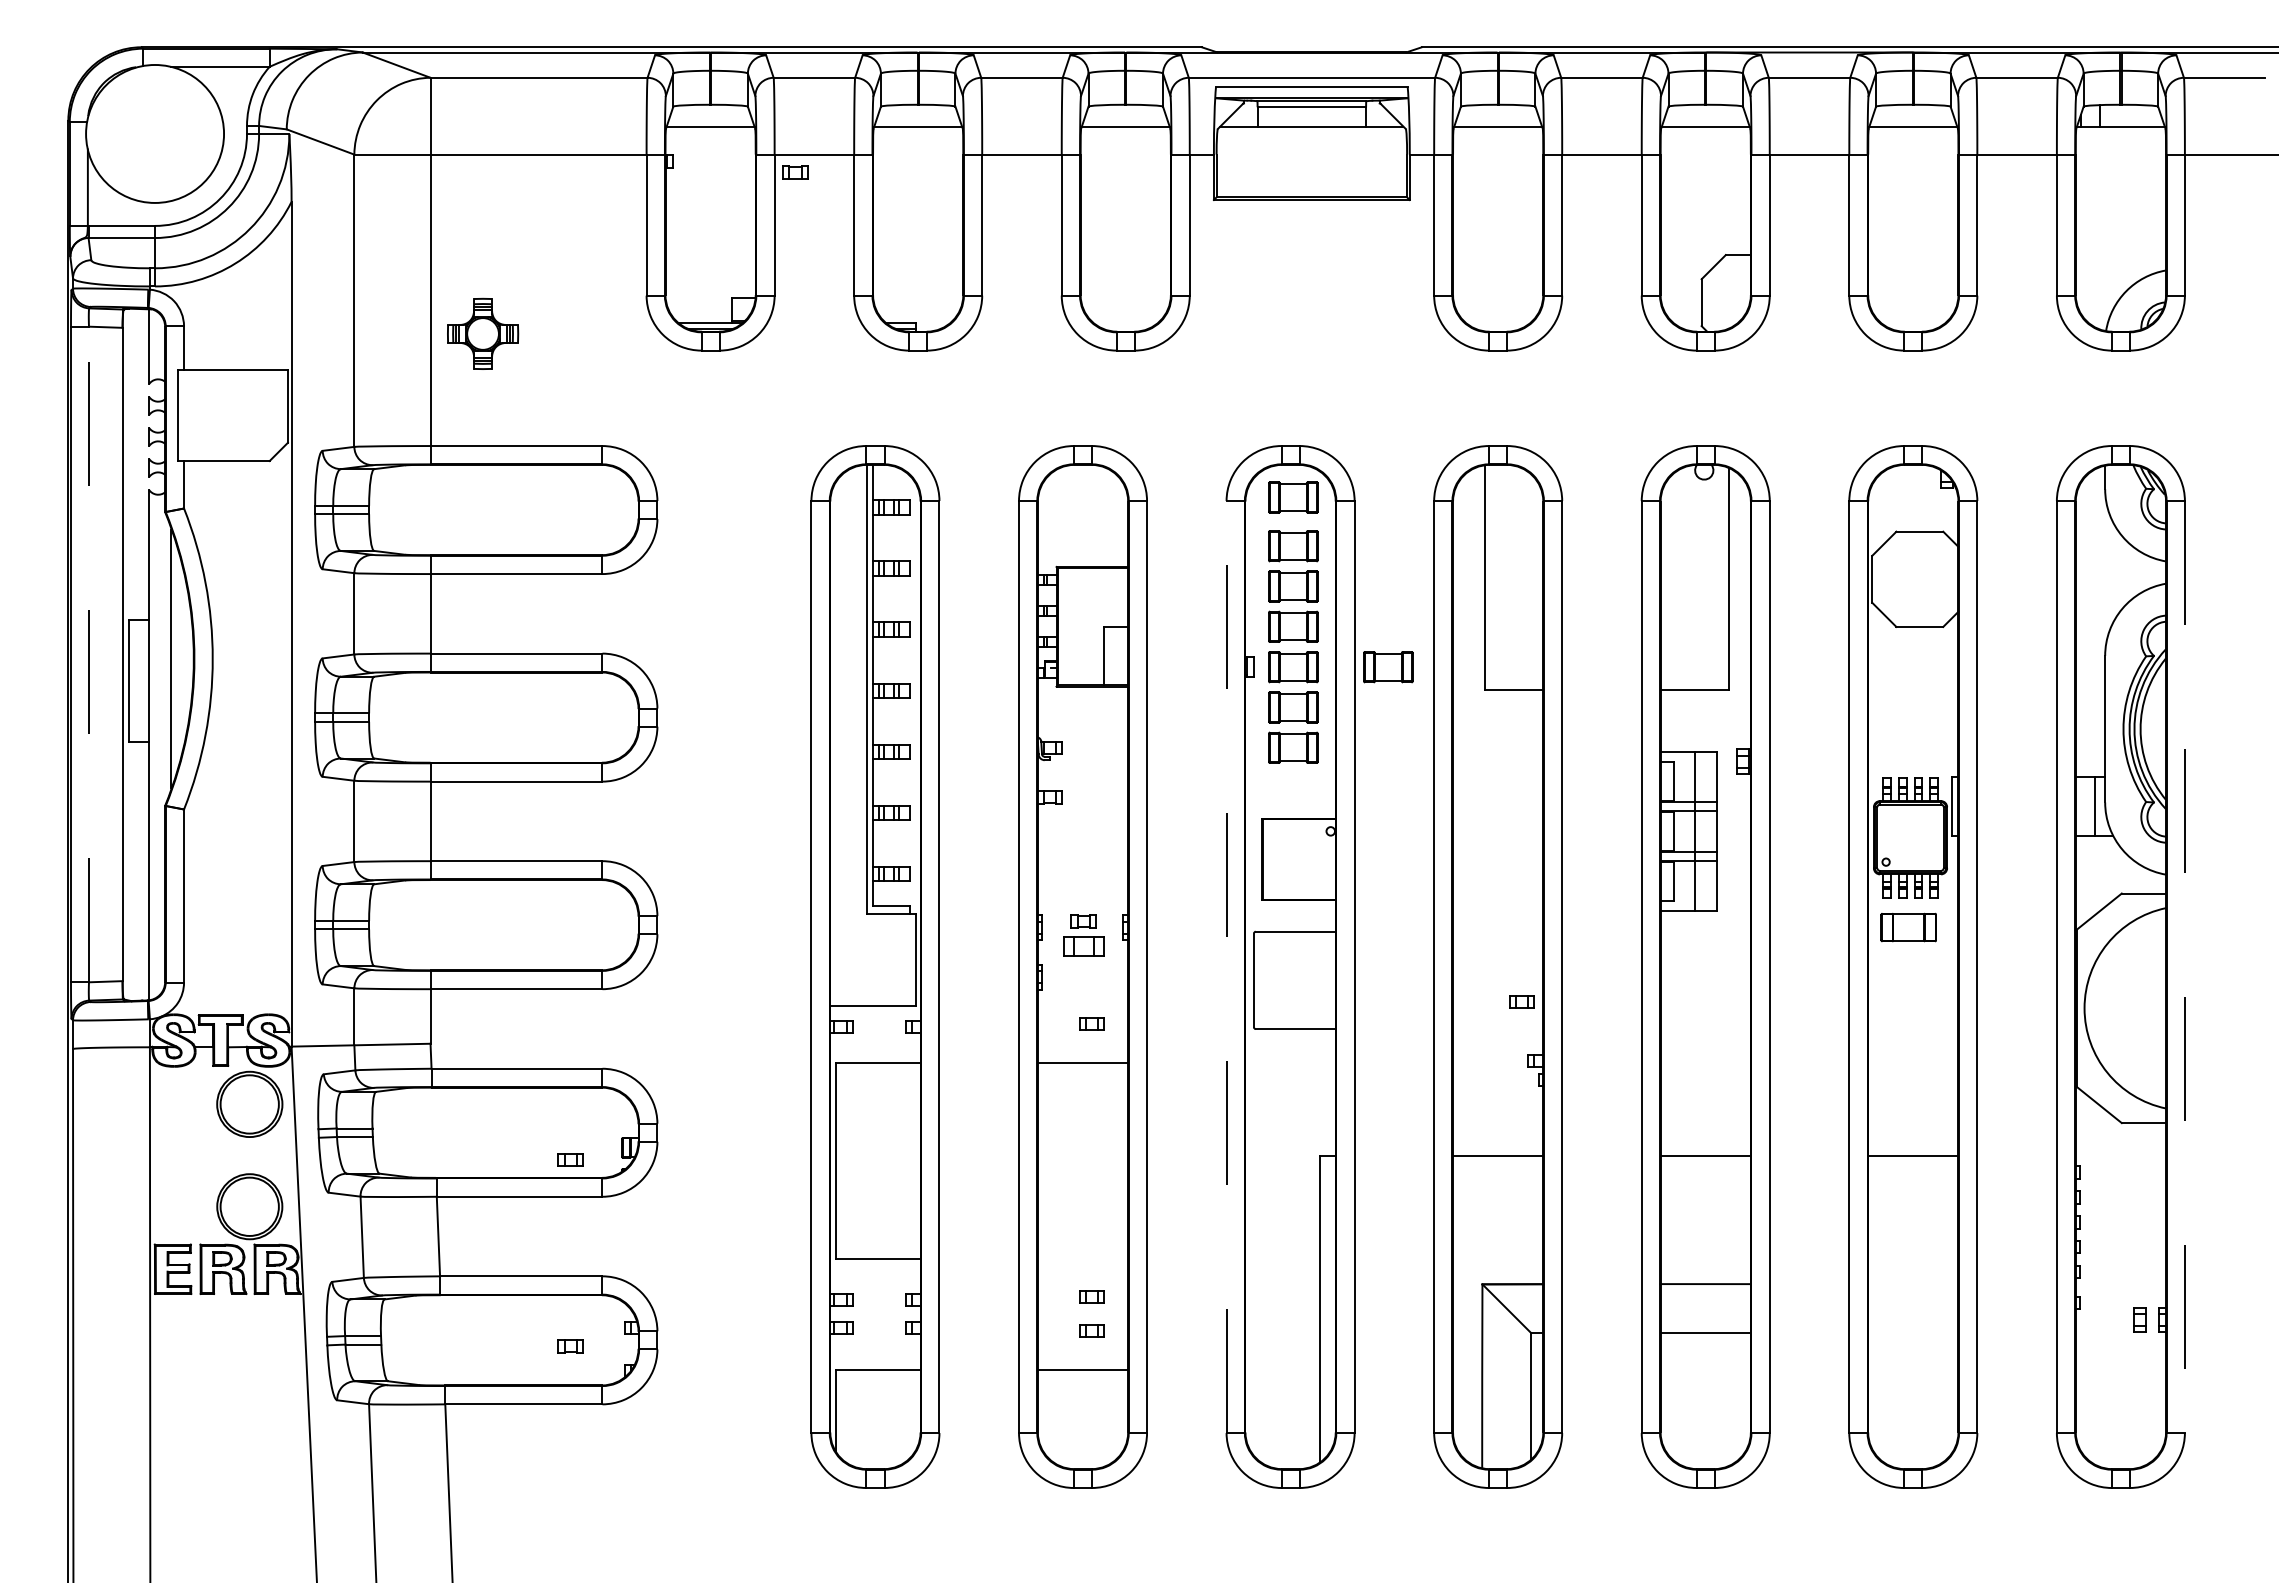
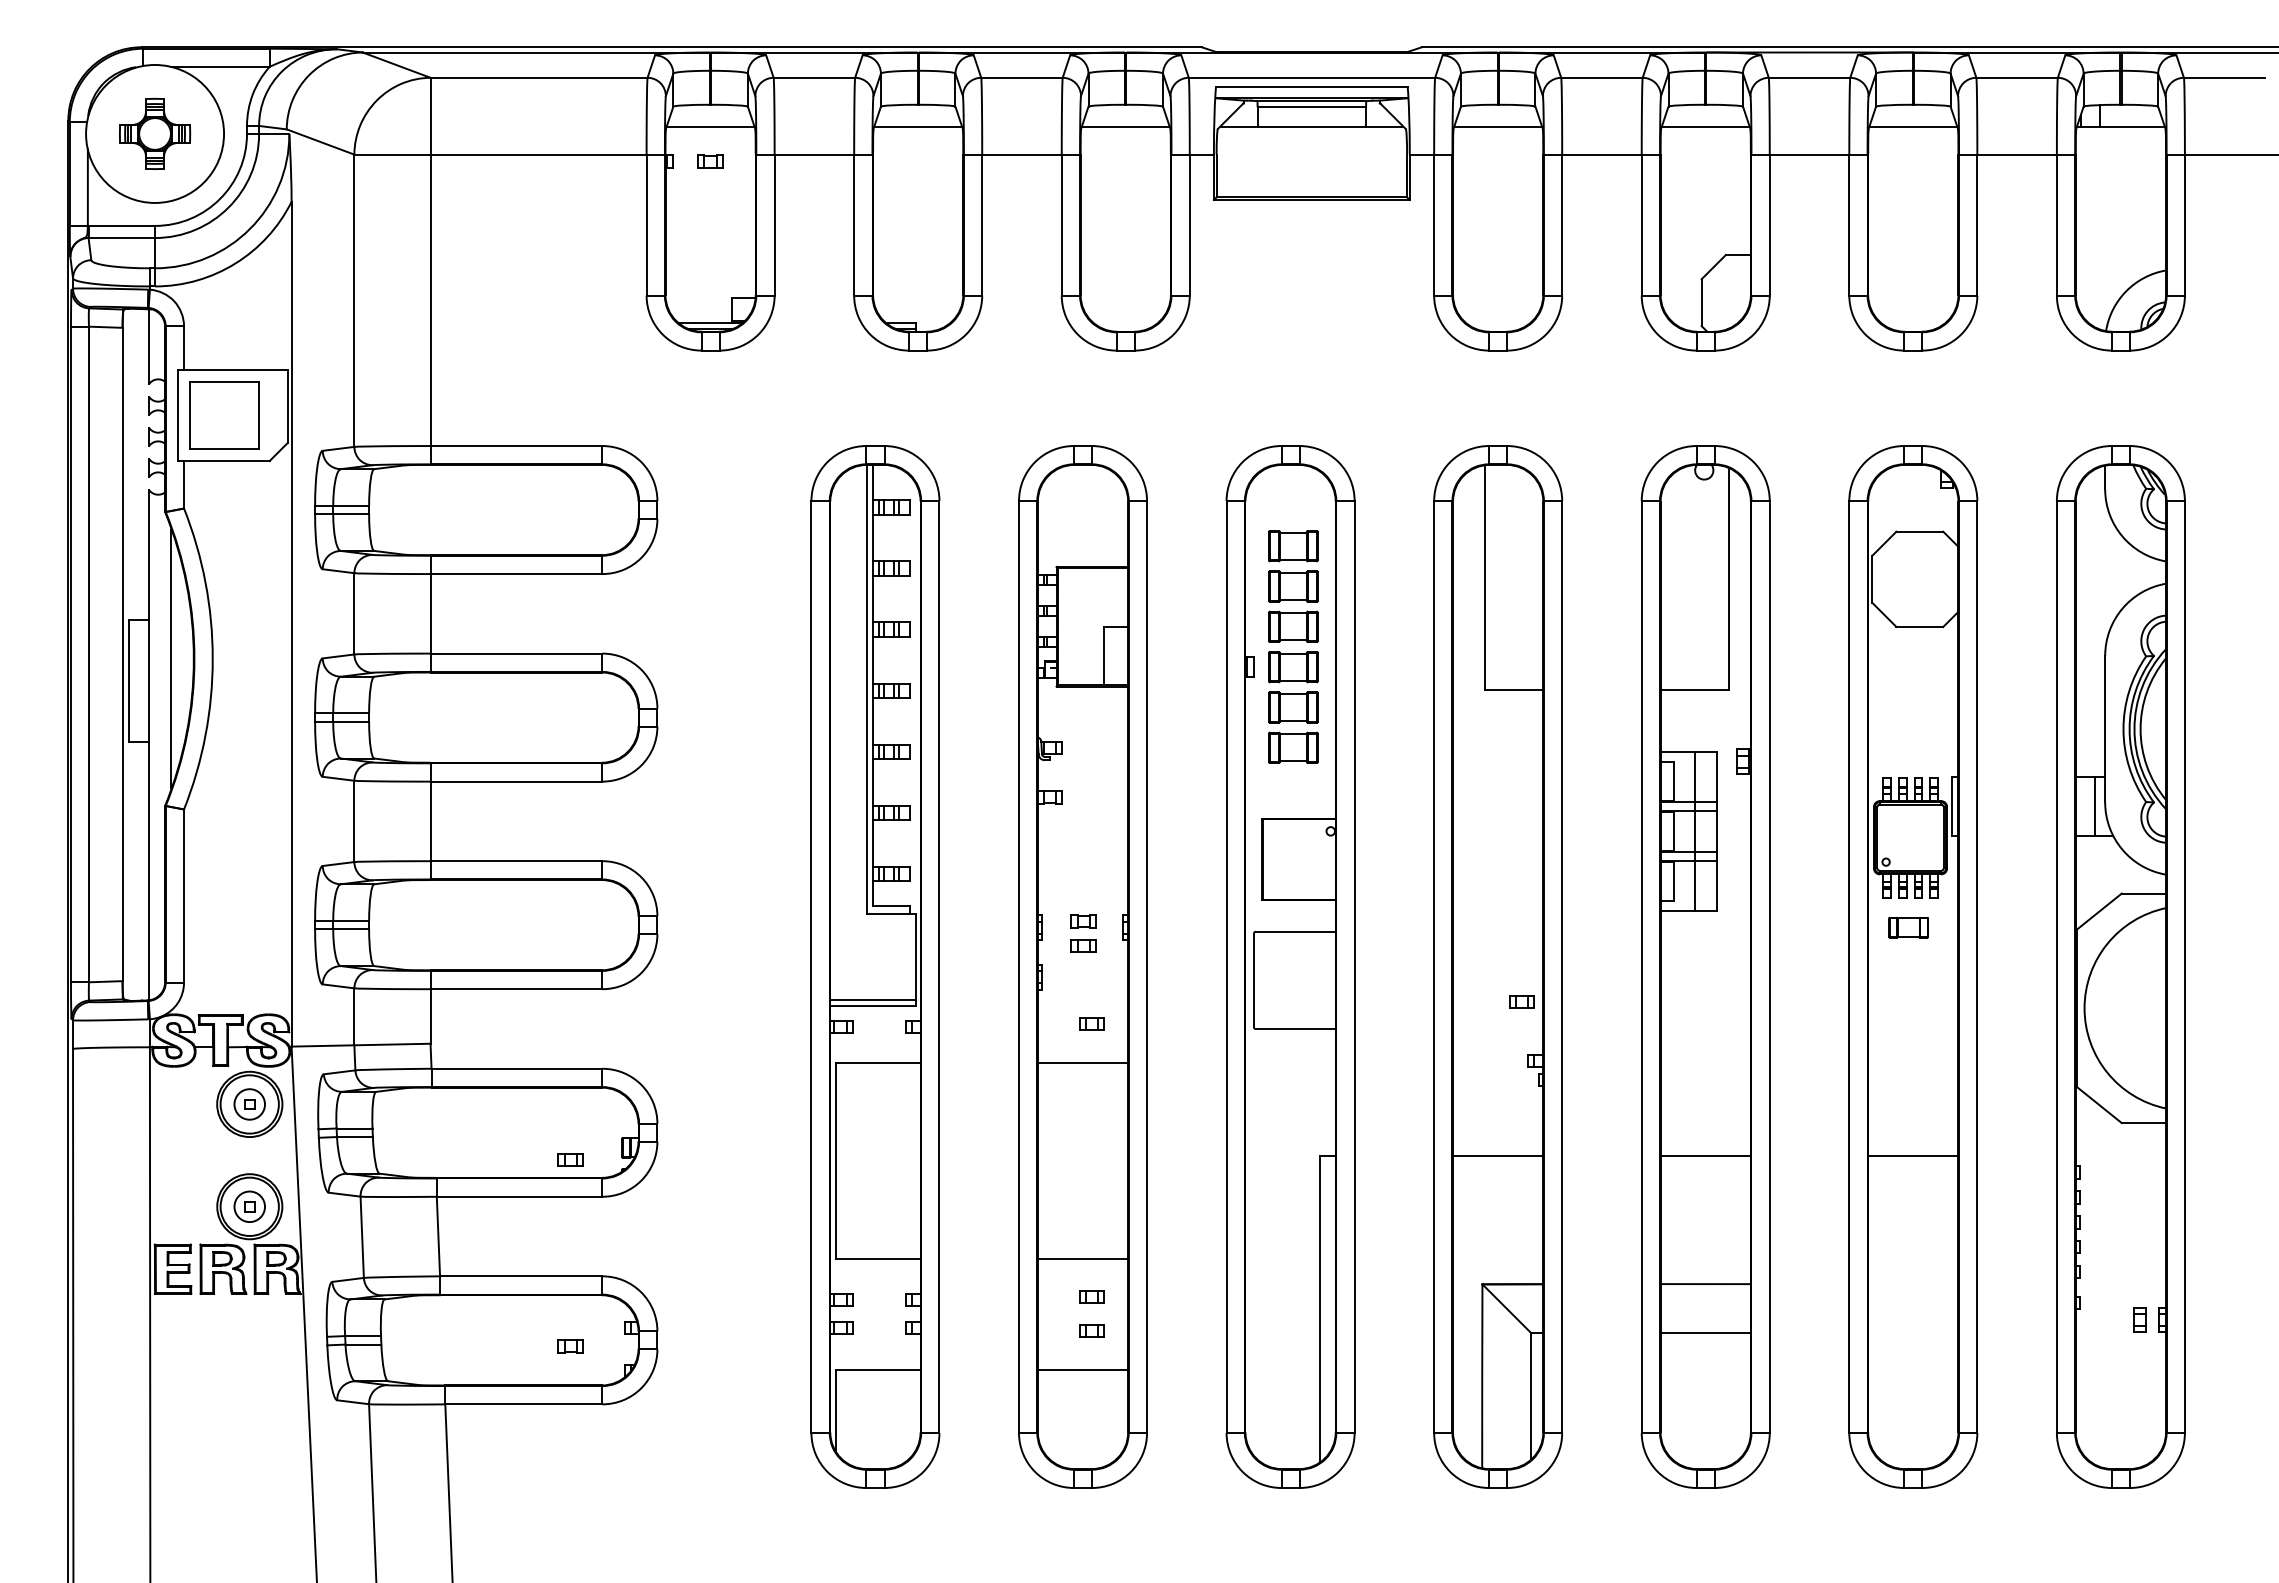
part at (795, 172) position: (795, 172) -> (710, 161)
part at (483, 333) position: (483, 333) -> (155, 133)
part at (224, 415): none -> present
part at (1293, 497): present -> none
line at (89, 654): dashed -> solid
part at (1388, 667): present -> none
part at (1908, 927) size: 57x31 px -> 41x22 px
part at (1083, 946) size: 42x21 px -> 27x14 px
line at (1226, 966): dashed -> solid
line at (2184, 967): dashed -> solid
line at (873, 1000): none -> present
part at (249, 1104): none -> present
part at (249, 1206): none -> present
line at (1082, 1258): none -> present
